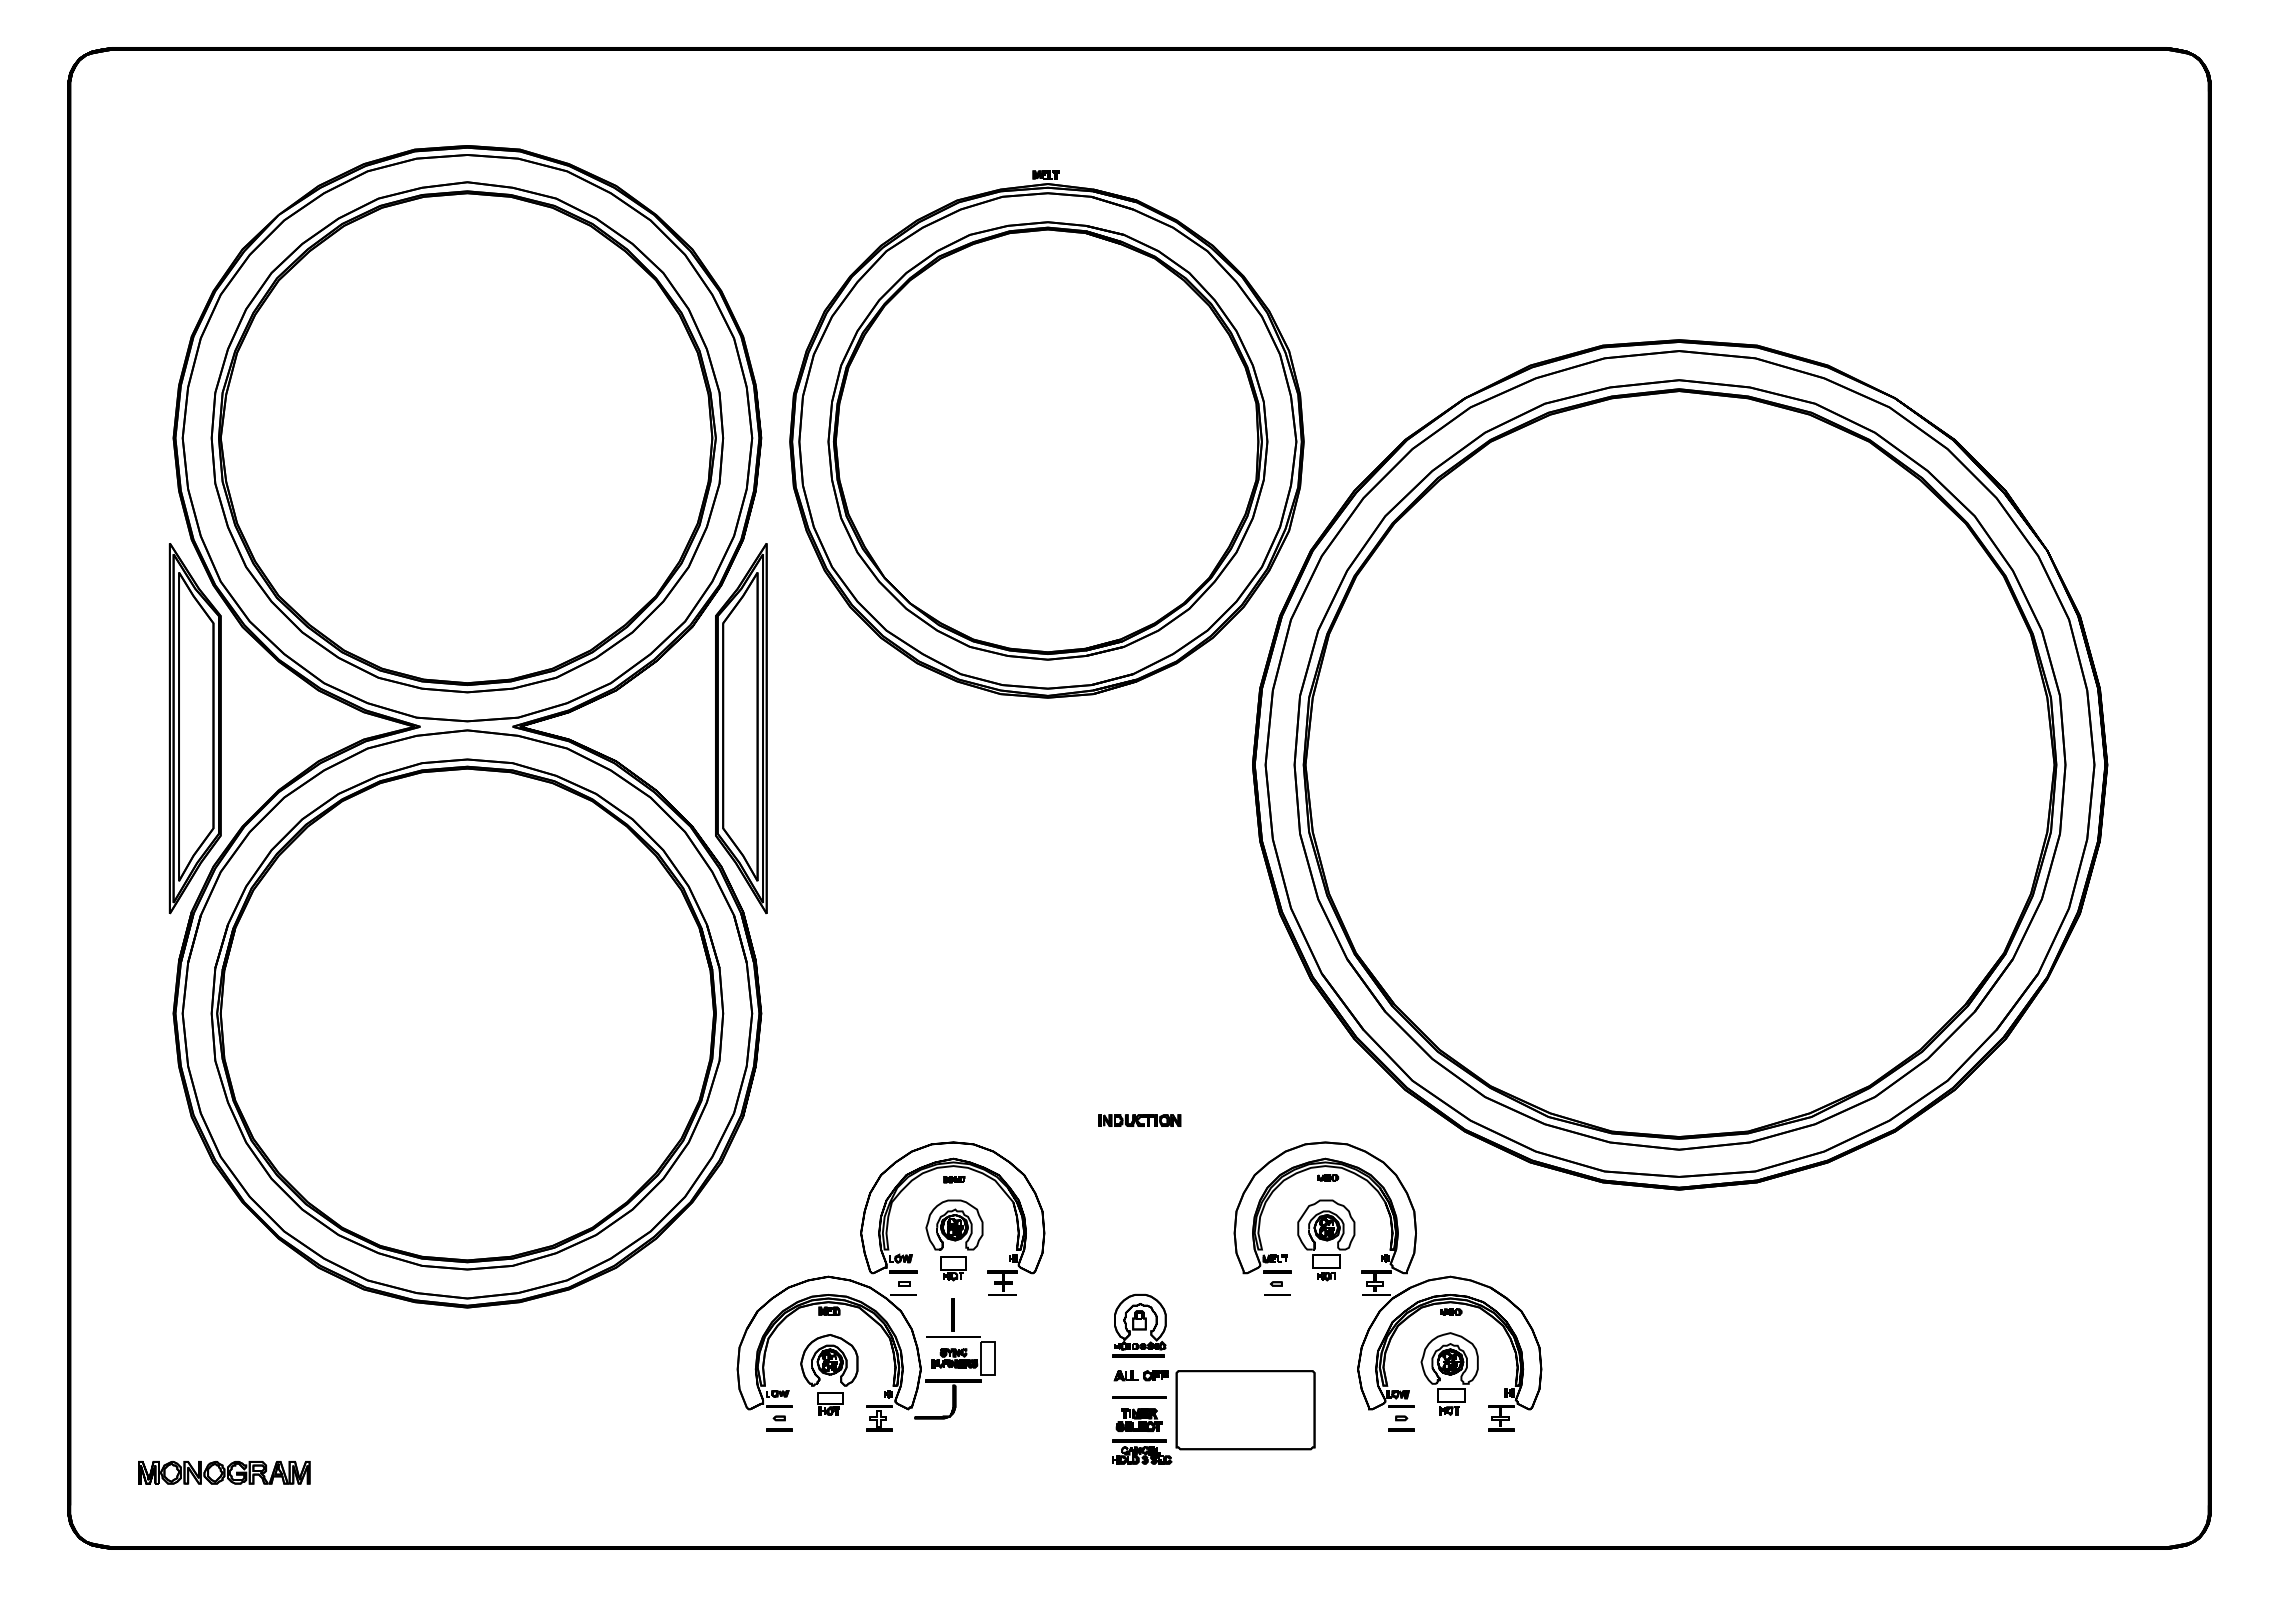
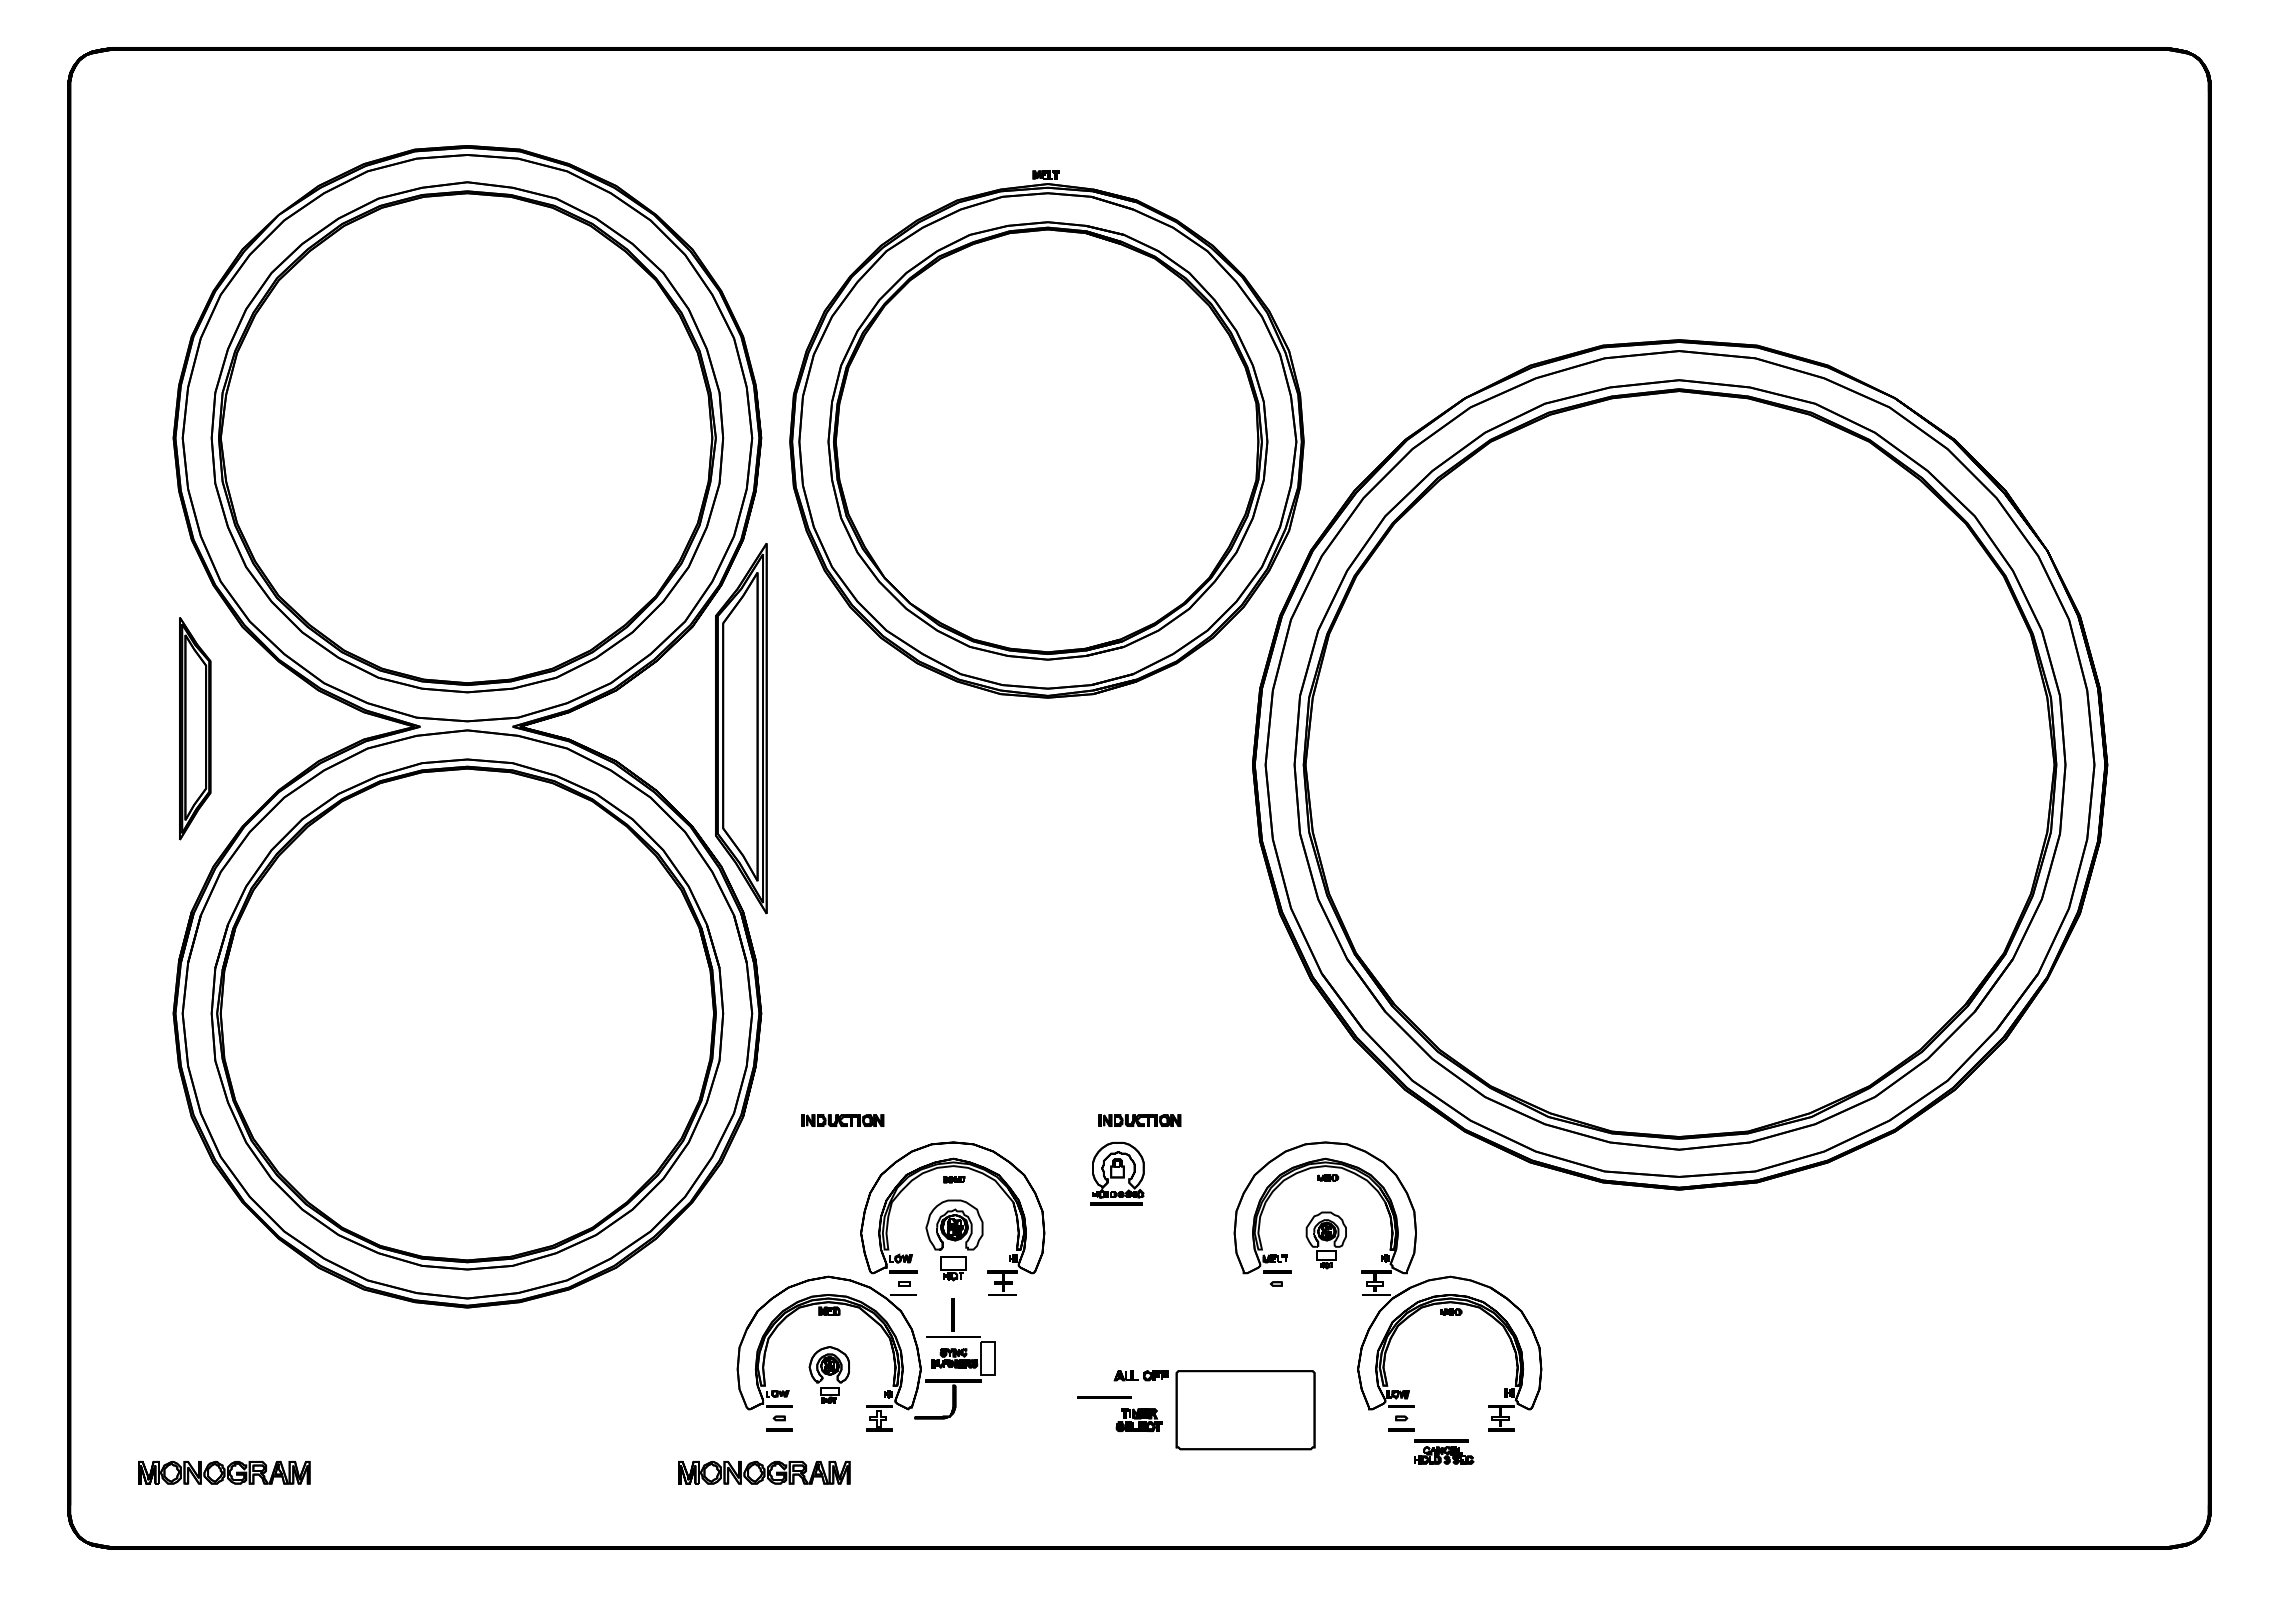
part at (194, 728) size: 54x372 px -> 33x224 px
part at (842, 1120): none -> present
part at (1326, 1240) size: 59x83 px -> 42x59 px
line at (1277, 1294): present -> none
part at (1139, 1325) position: (1139, 1325) -> (1117, 1173)
part at (1449, 1373): present -> none
part at (829, 1374) size: 59x82 px -> 42x58 px
line at (1139, 1397) position: (1139, 1397) -> (1104, 1397)
part at (1142, 1451) position: (1142, 1451) -> (1444, 1451)
part at (764, 1472): none -> present
